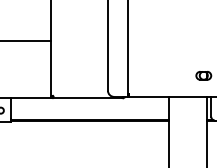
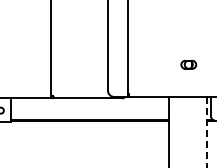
line at (26, 40): present -> none
part at (203, 75) position: (203, 75) -> (188, 64)
line at (206, 132): solid -> dashed
